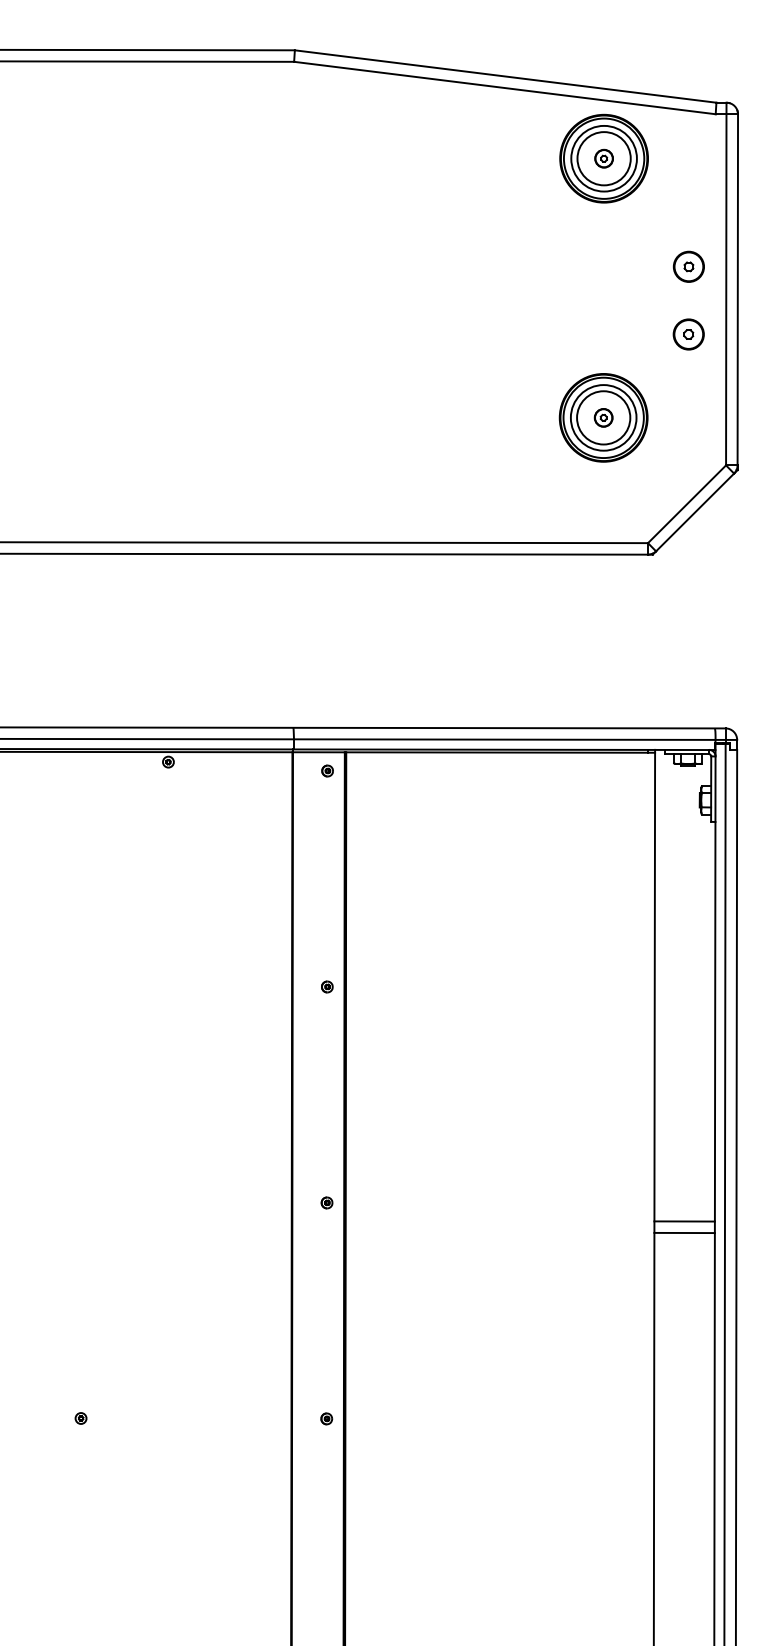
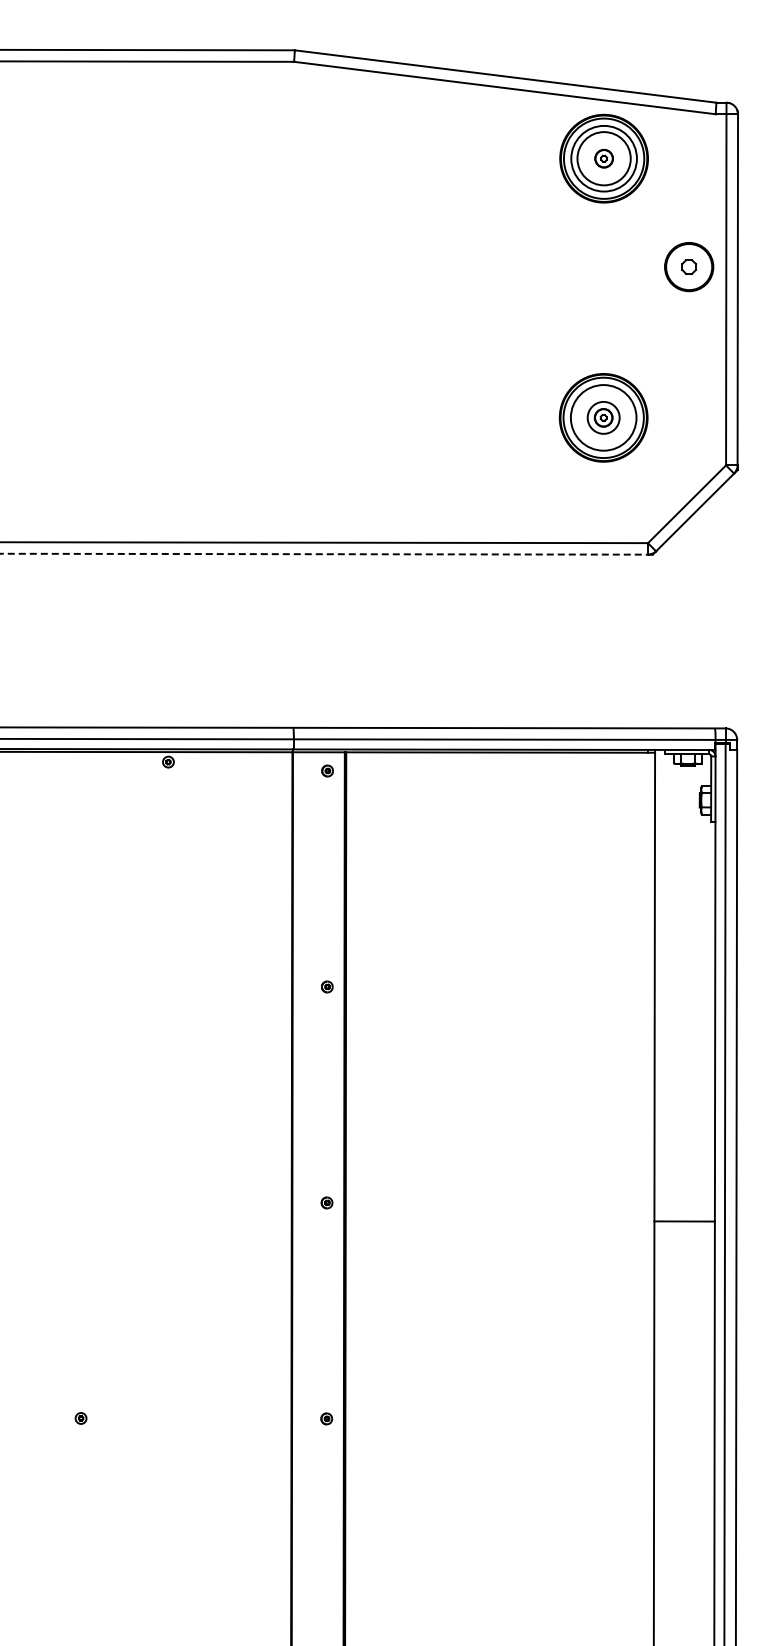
part at (688, 266) size: 33x33 px -> 51x51 px
part at (688, 334): present -> none
circle at (603, 417) diameter: 53 px -> 32 px
line at (326, 554): solid -> dashed
line at (684, 1232): present -> none
